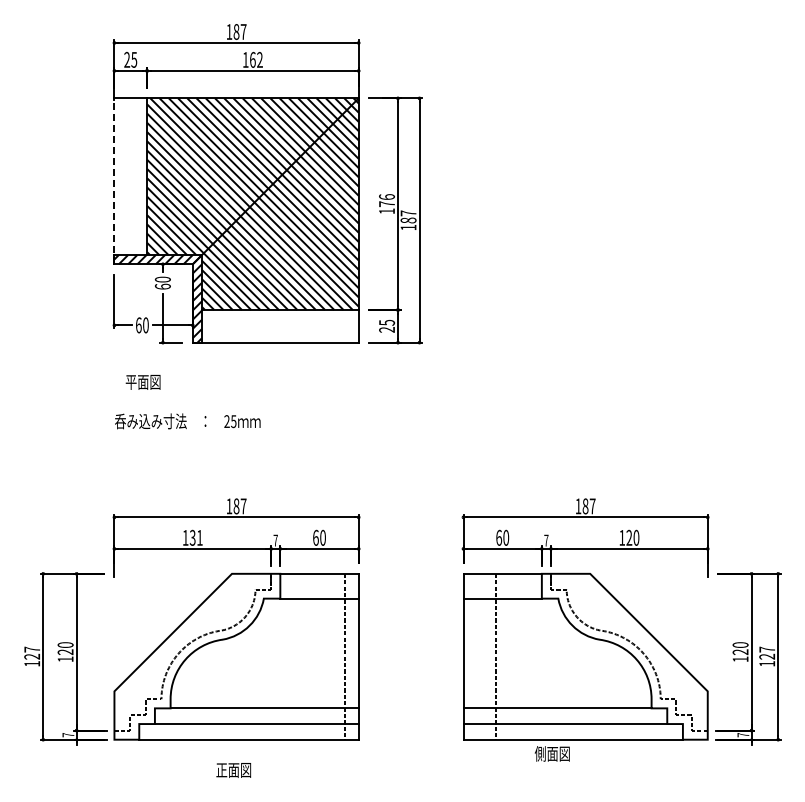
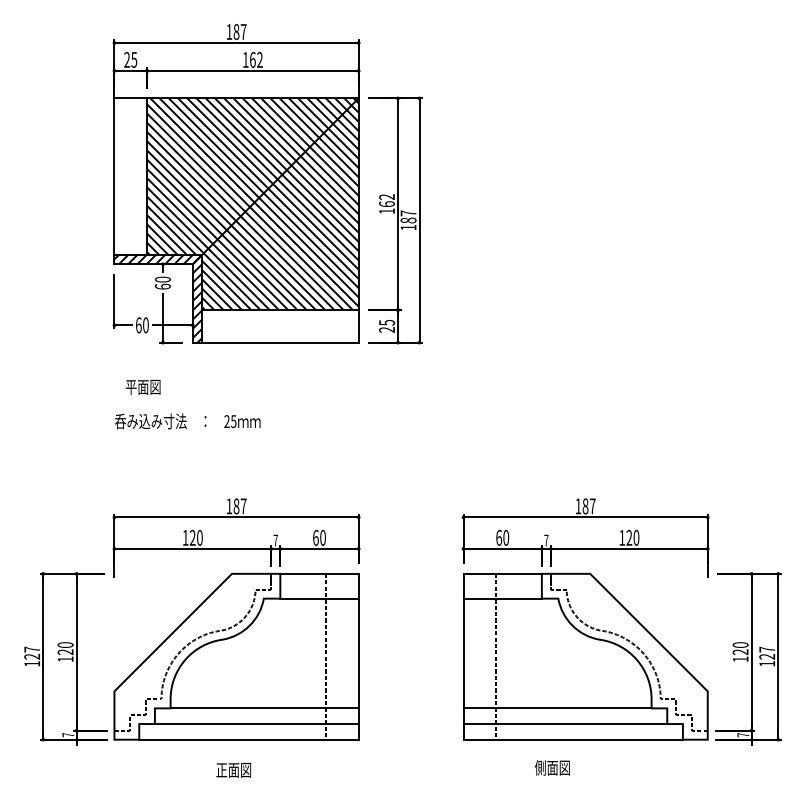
line at (114, 181): dashed -> solid
text at (386, 200): 176 -> 162
text at (142, 382) position: (142, 382) -> (142, 387)
text at (195, 537): 131 -> 120
line at (345, 656) position: (345, 656) -> (326, 656)
text at (551, 753) position: (551, 753) -> (551, 767)
